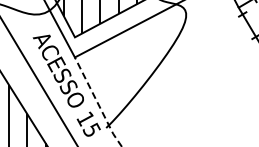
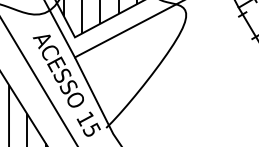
line at (97, 102): dashed -> solid
